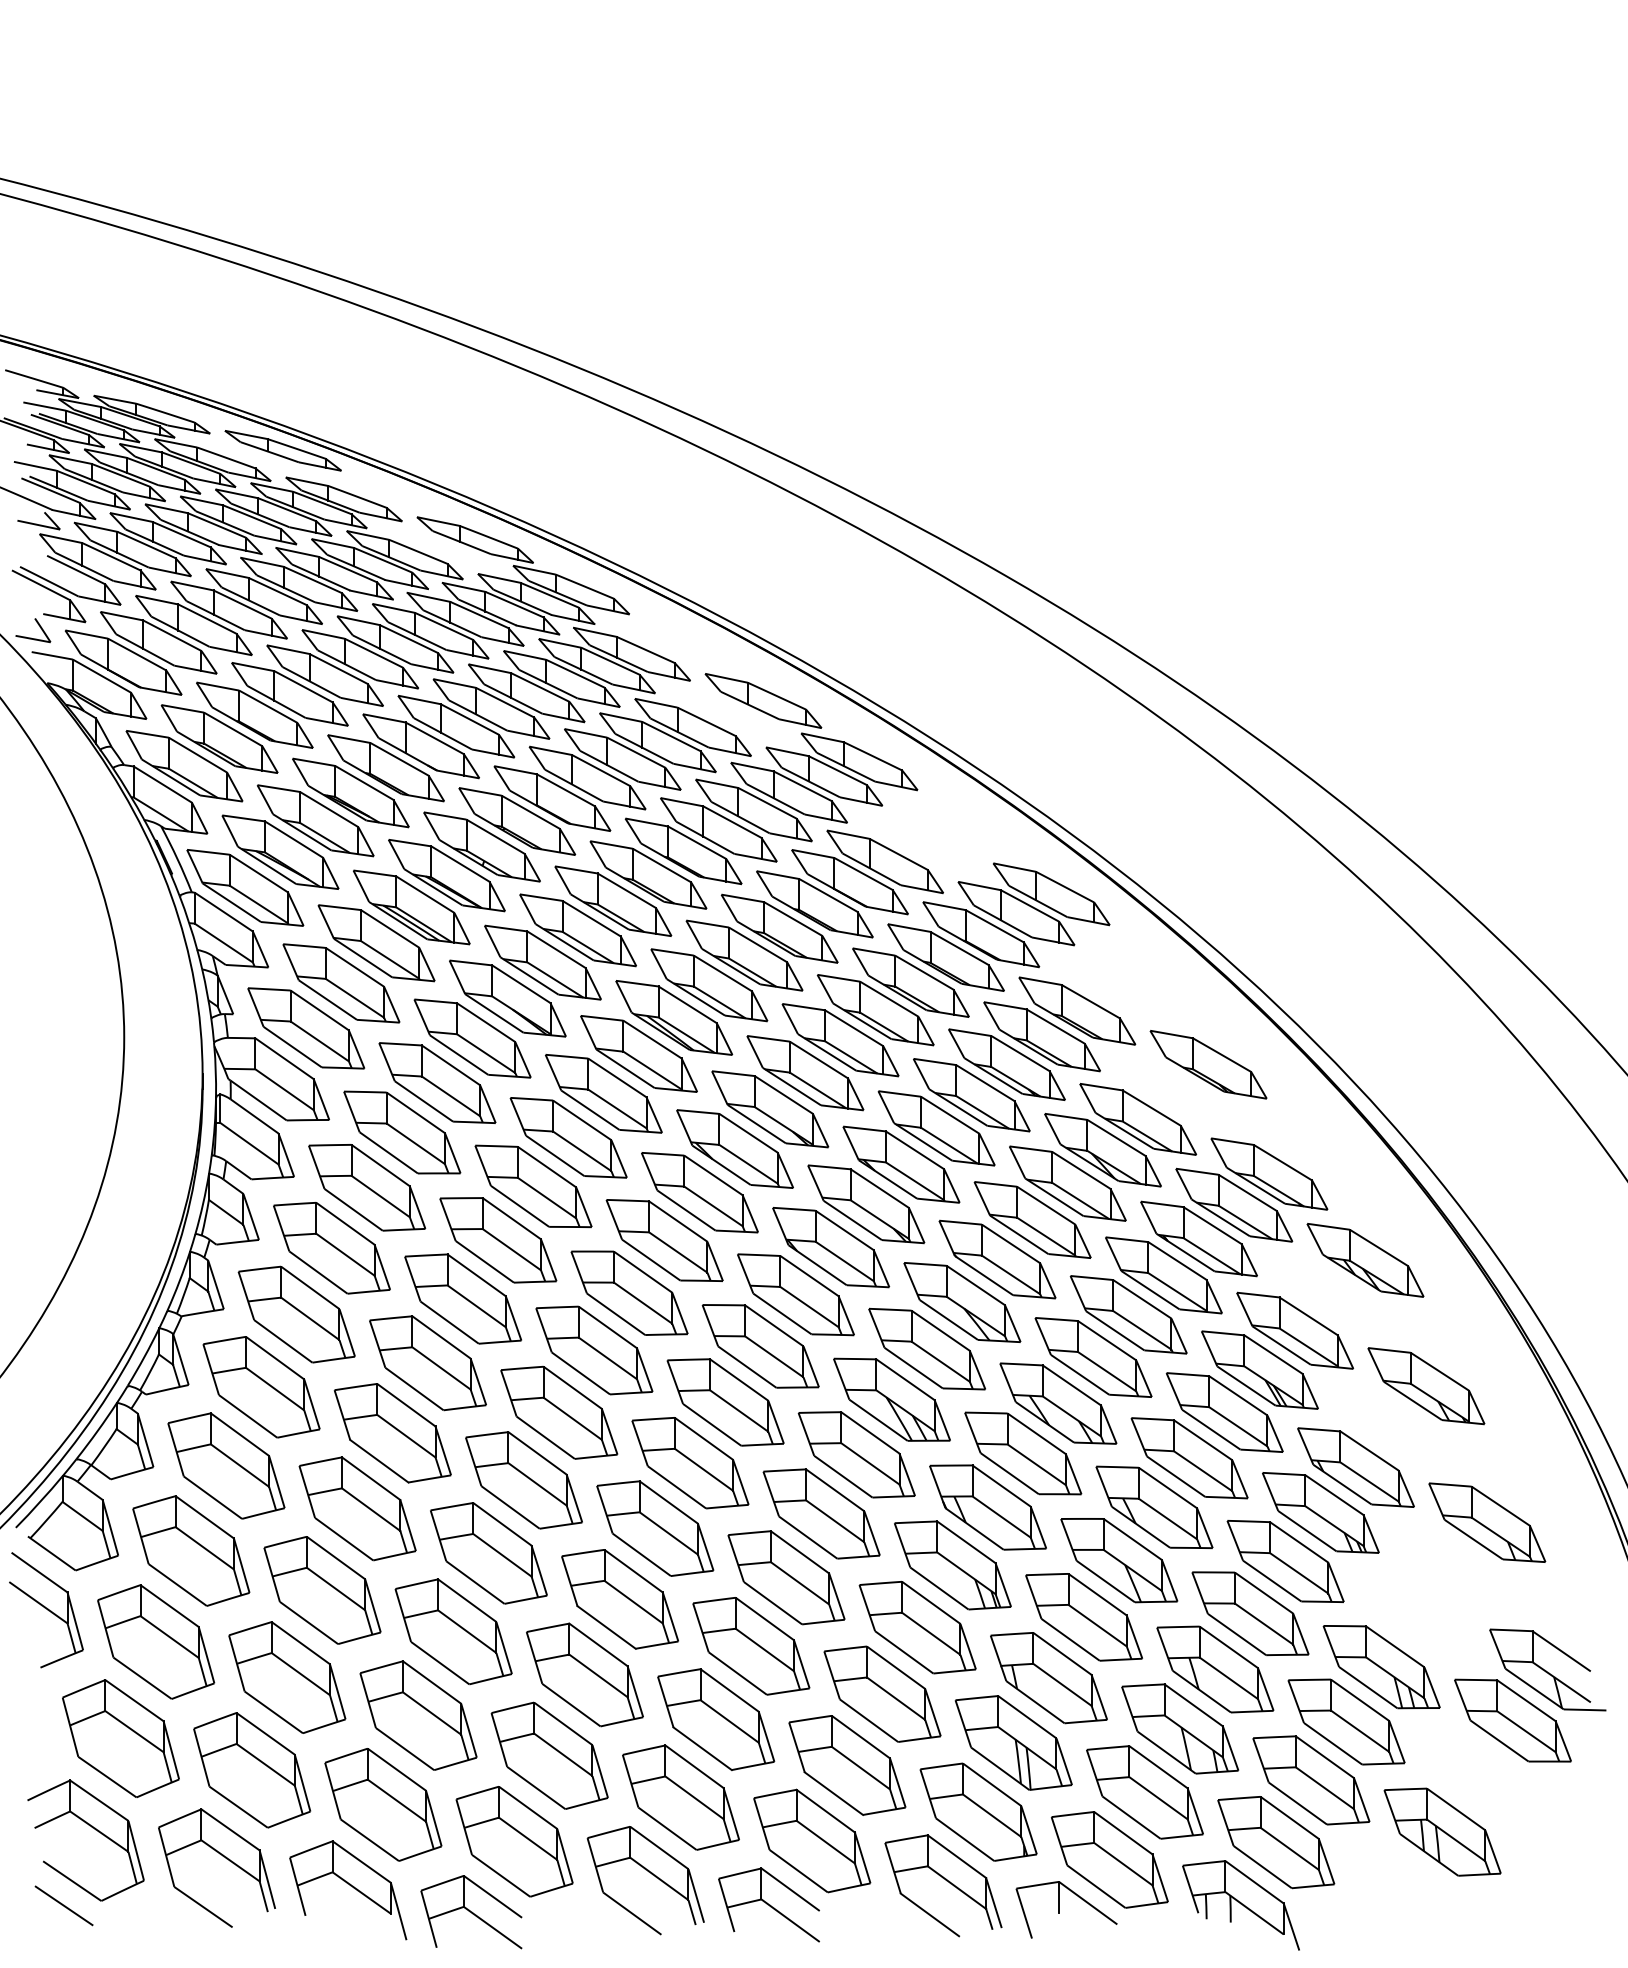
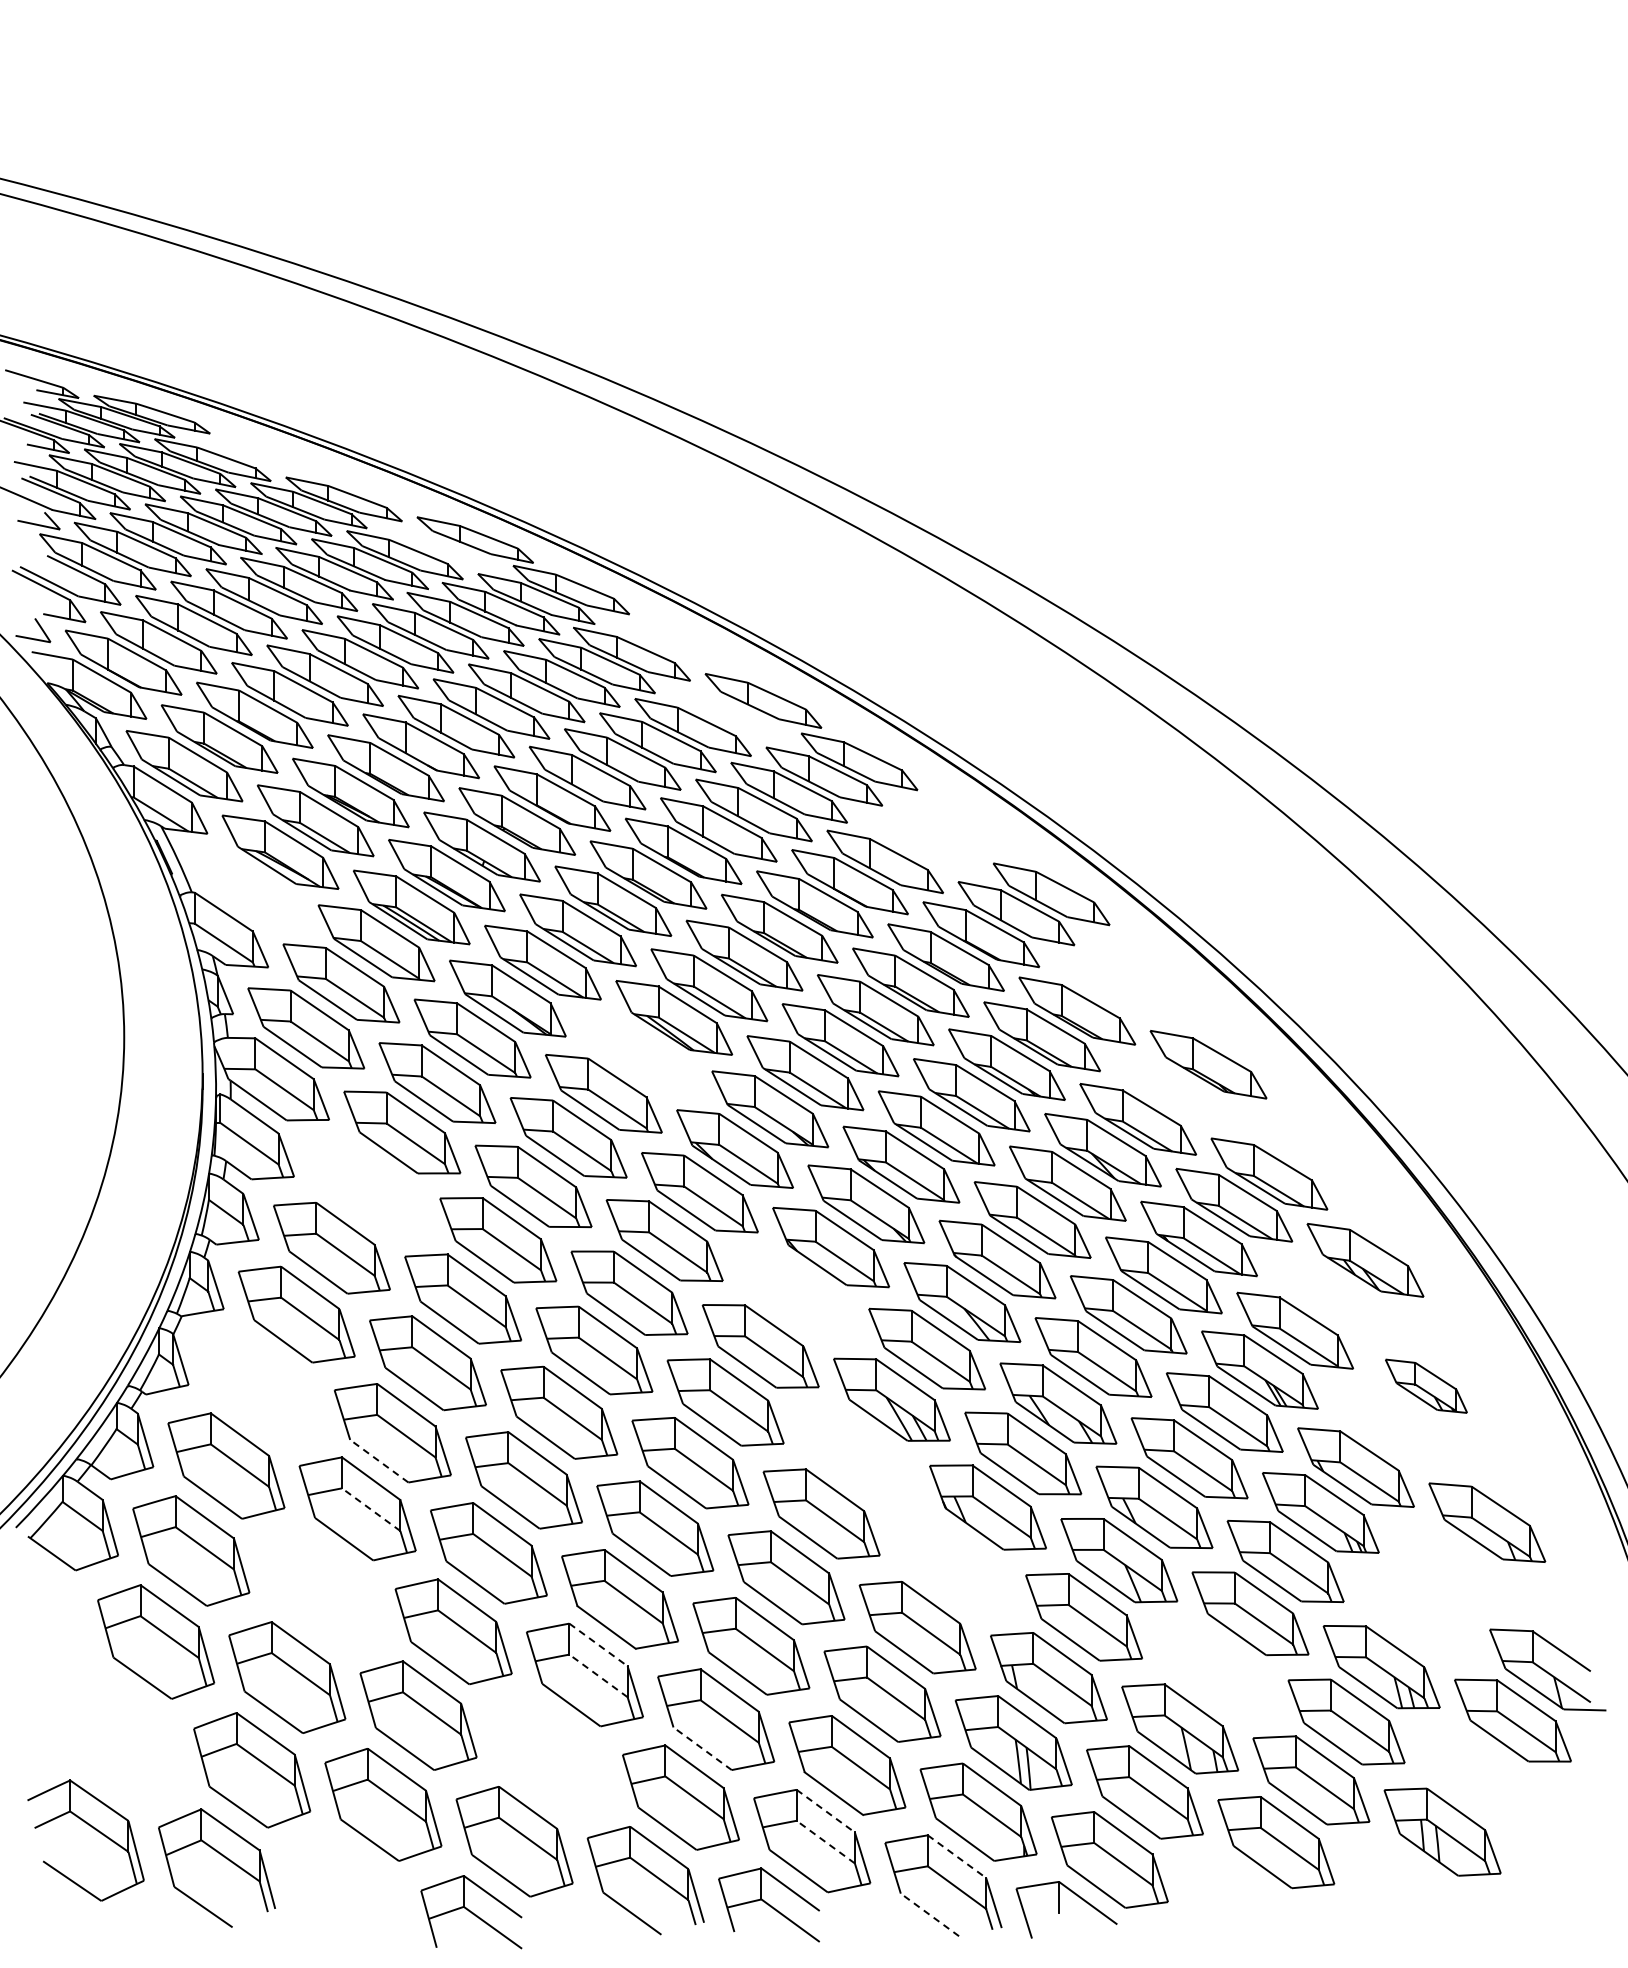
part at (282, 450): present -> none
part at (245, 887): present -> none
part at (638, 1053): present -> none
part at (367, 1187): present -> none
part at (795, 1294): present -> none
part at (1426, 1386) size: 119x79 px -> 83x56 px
part at (261, 1387): present -> none
part at (856, 1454): present -> none
line at (378, 1460): solid -> dashed
line at (370, 1509): solid -> dashed
part at (952, 1565): present -> none
part at (322, 1590): present -> none
part at (46, 1610): present -> none
line at (598, 1645): solid -> dashed
part at (1215, 1669): present -> none
line at (598, 1675): solid -> dashed
part at (120, 1738): present -> none
line at (702, 1748): solid -> dashed
part at (549, 1755): present -> none
line at (826, 1811): solid -> dashed
line at (825, 1841): solid -> dashed
line at (957, 1856): solid -> dashed
part at (348, 1890): present -> none
line at (63, 1905): present -> none
part at (1240, 1905): present -> none
line at (929, 1914): solid -> dashed
